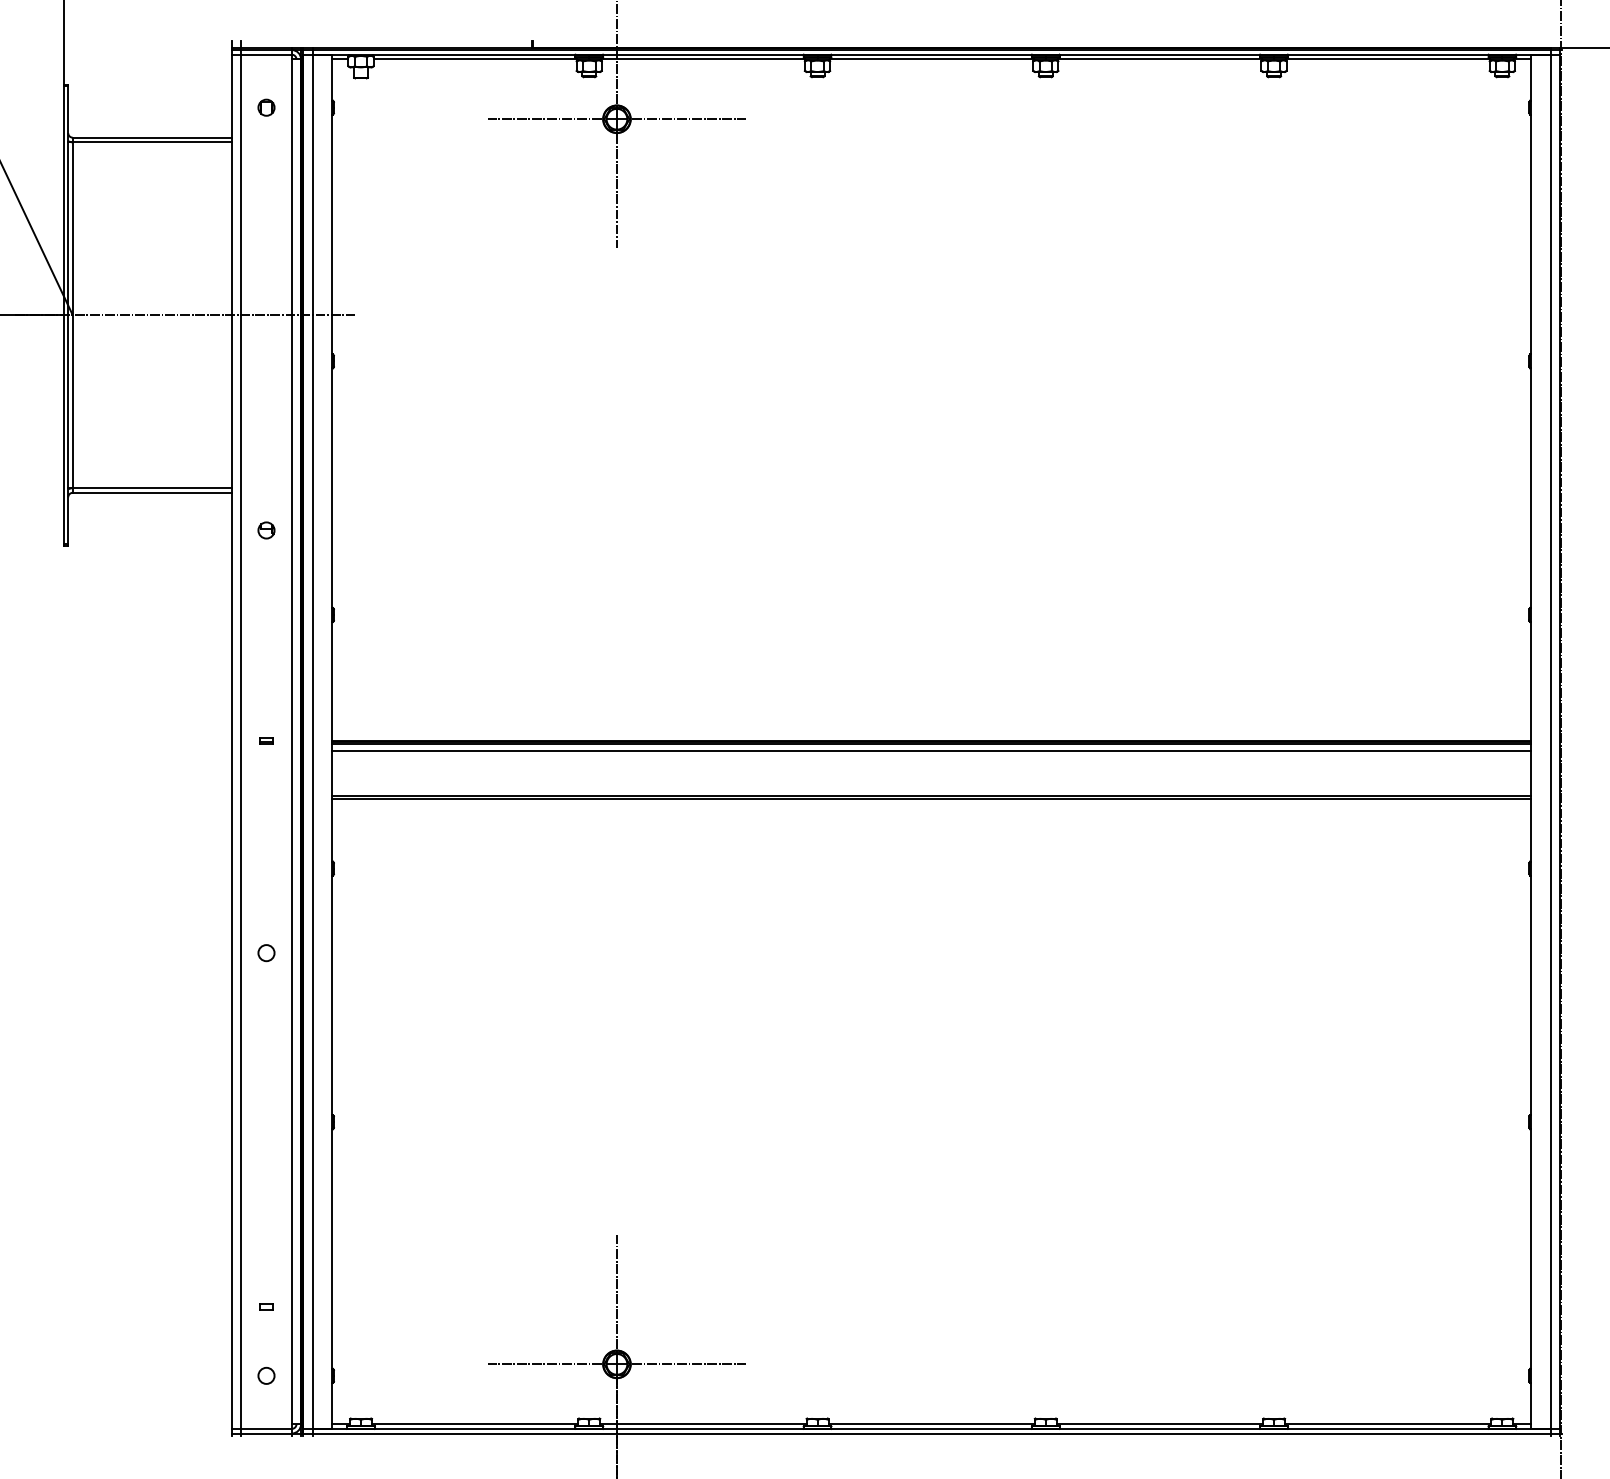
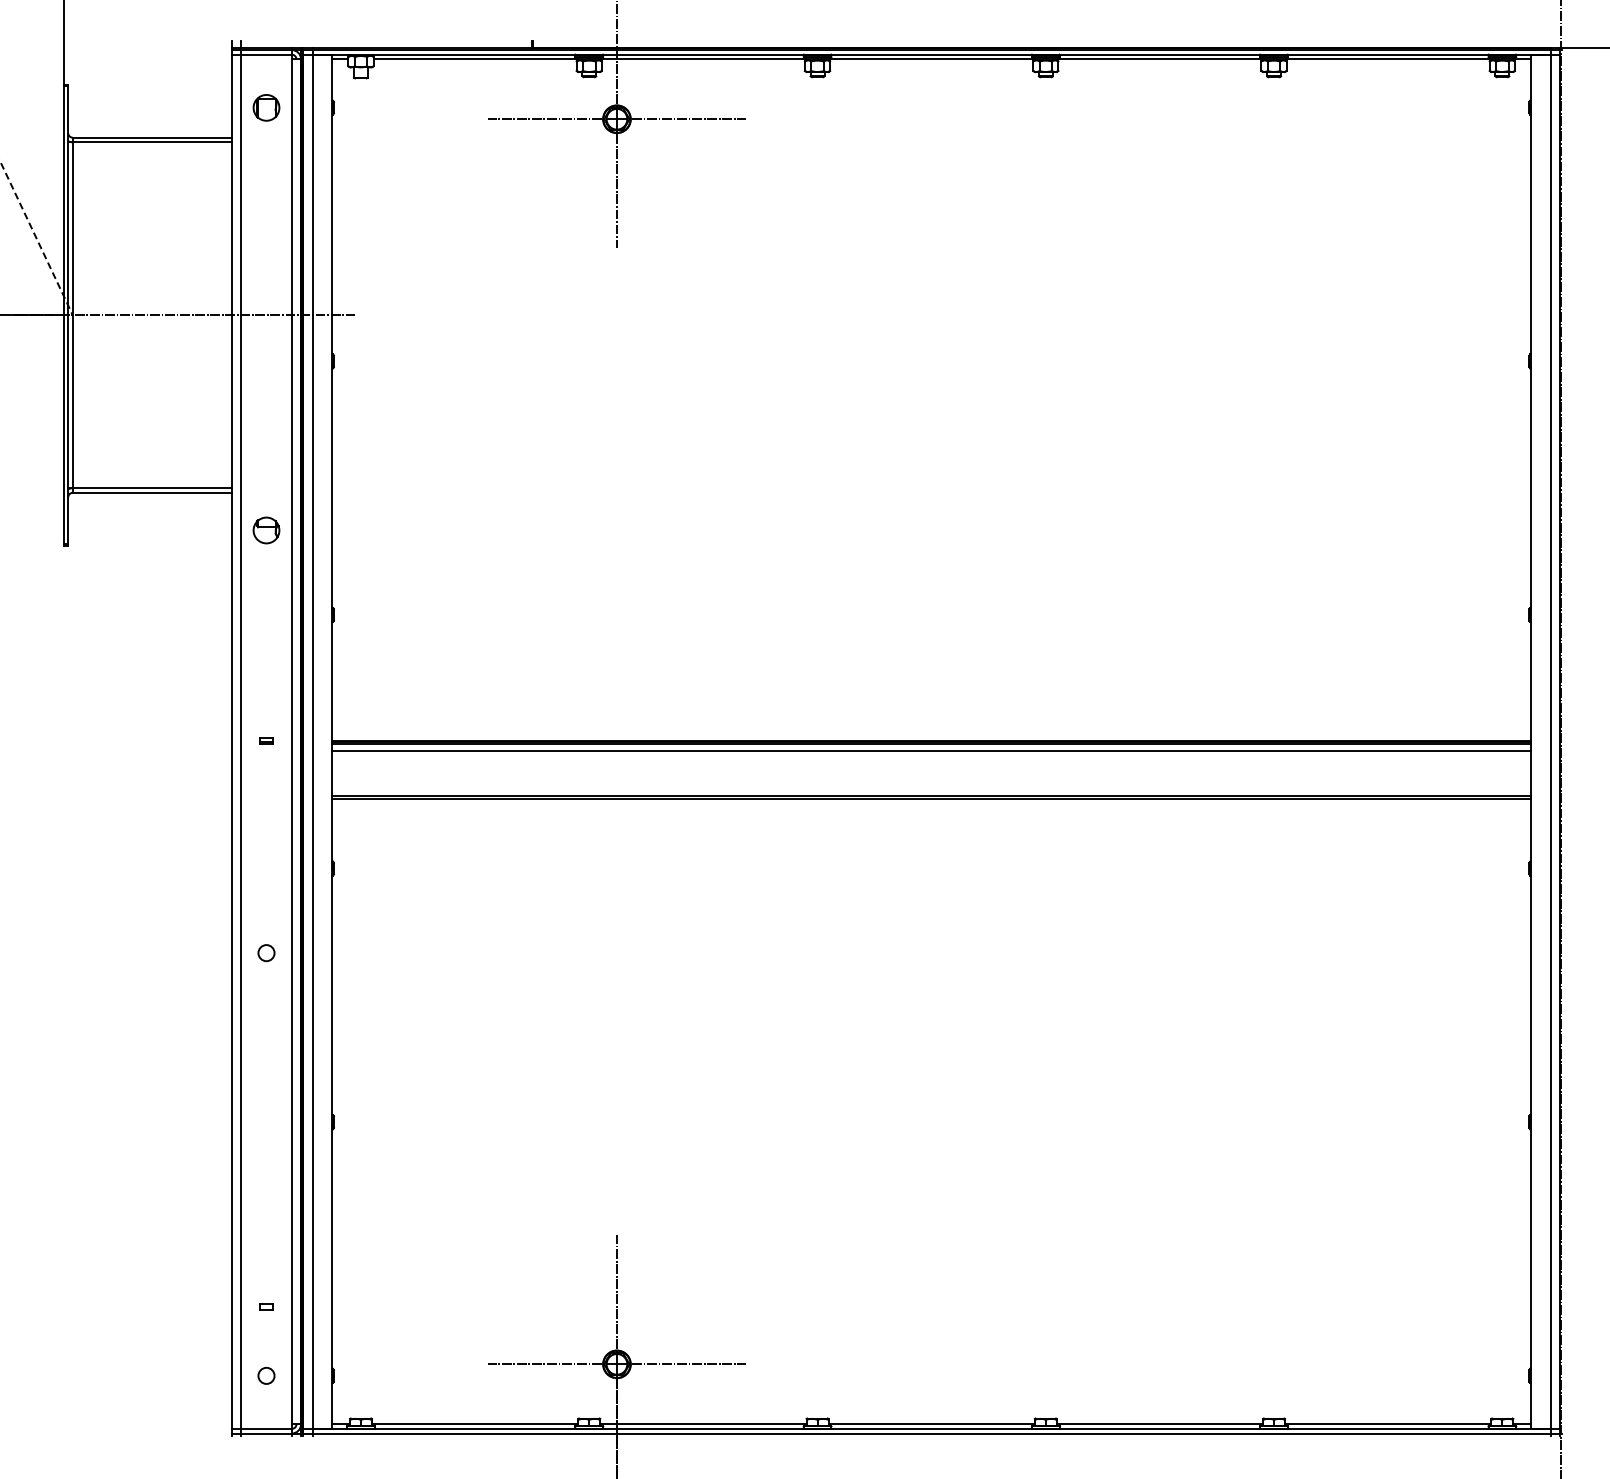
circle at (266, 107) size: 19x19 px -> 29x28 px
line at (36, 238): solid -> dashed
part at (266, 530) size: 19x19 px -> 29x29 px
